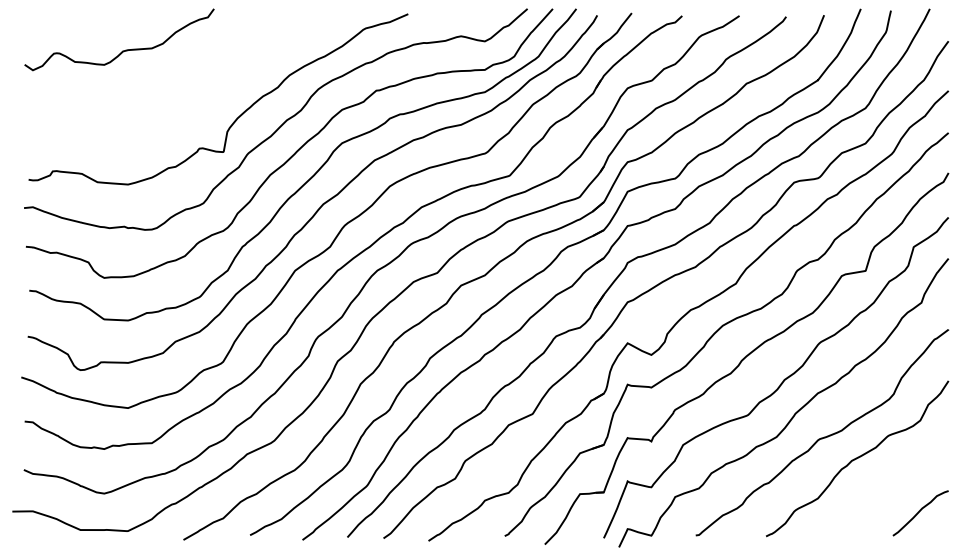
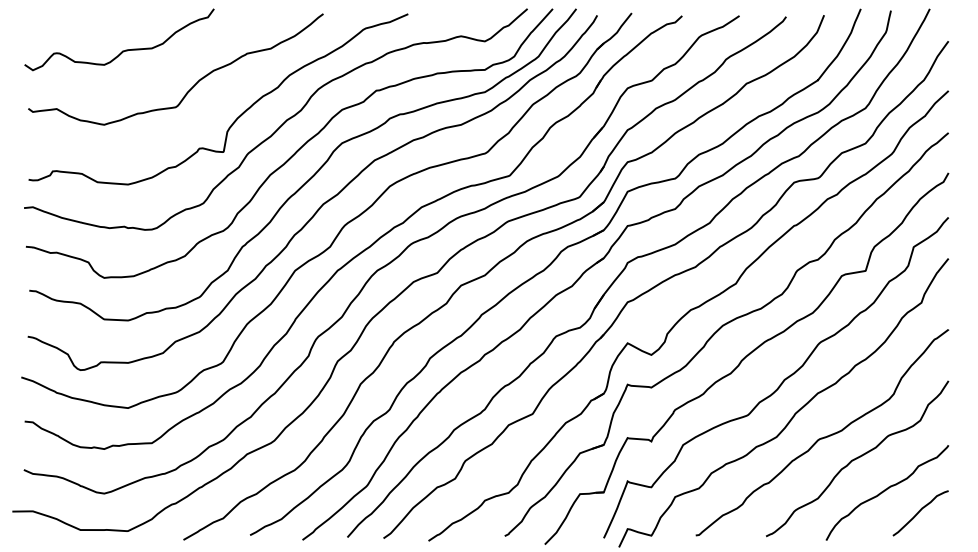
curve at (192, 86): none -> present
curve at (886, 490): none -> present
